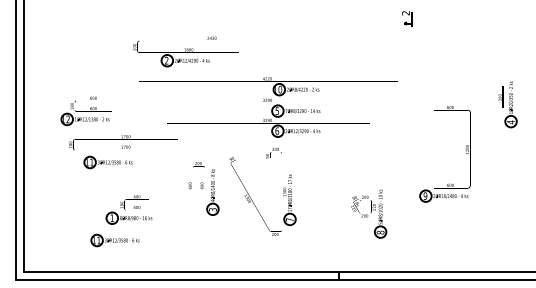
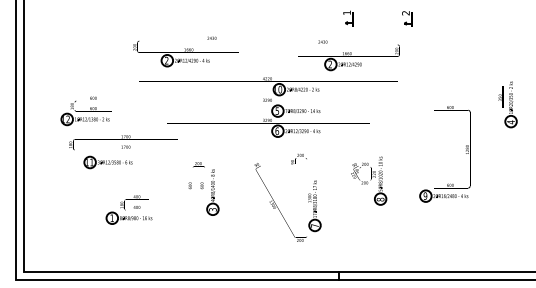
part at (348, 18): none -> present
part at (348, 55): none -> present
part at (250, 196) position: (250, 196) -> (275, 202)
part at (369, 213) position: (369, 213) -> (369, 180)
part at (114, 240): present -> none
